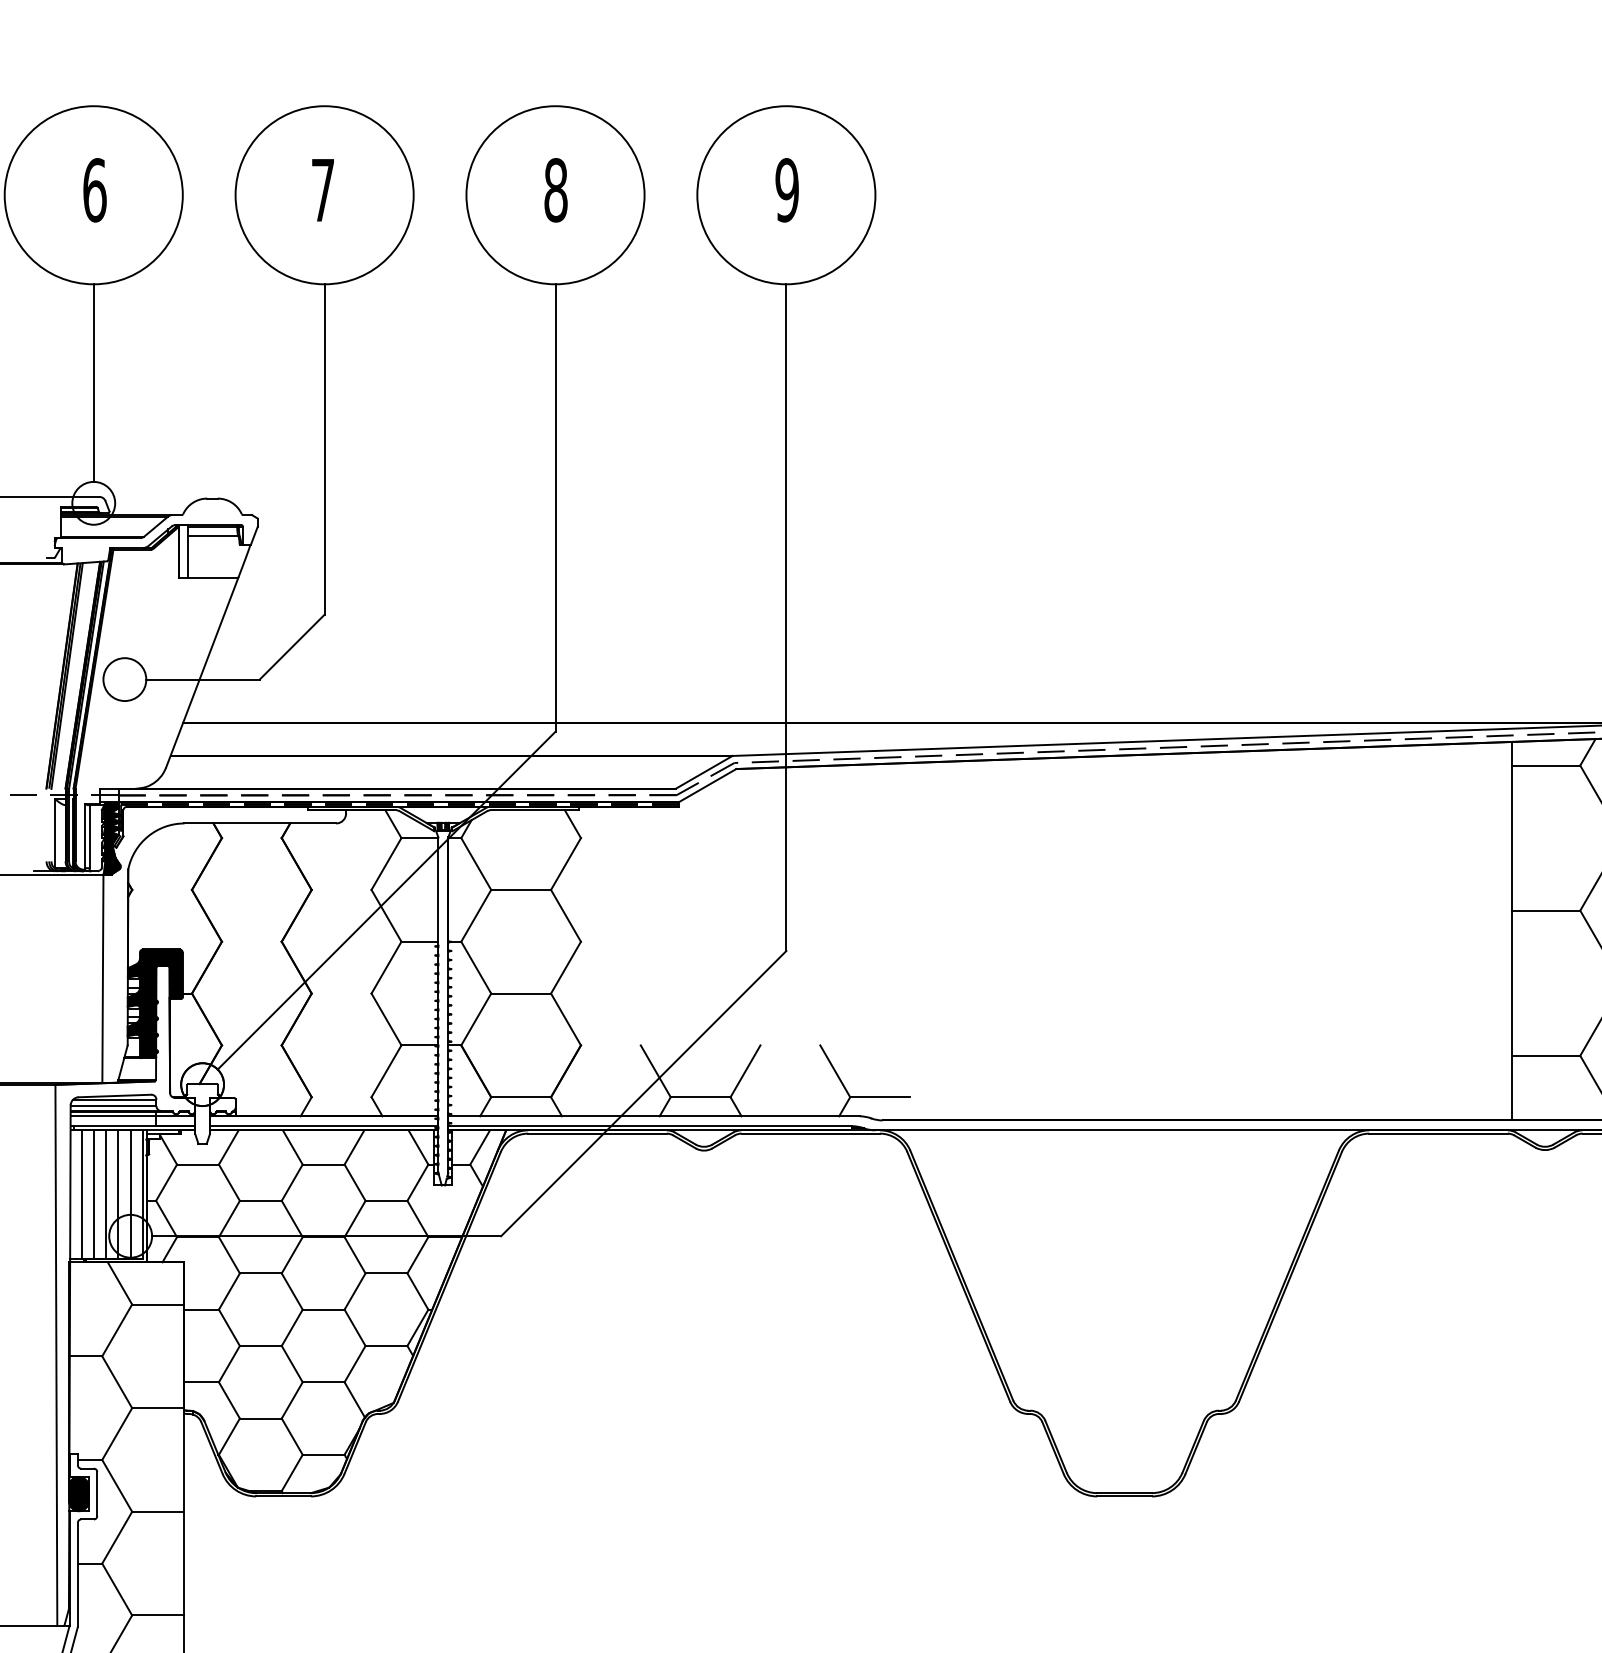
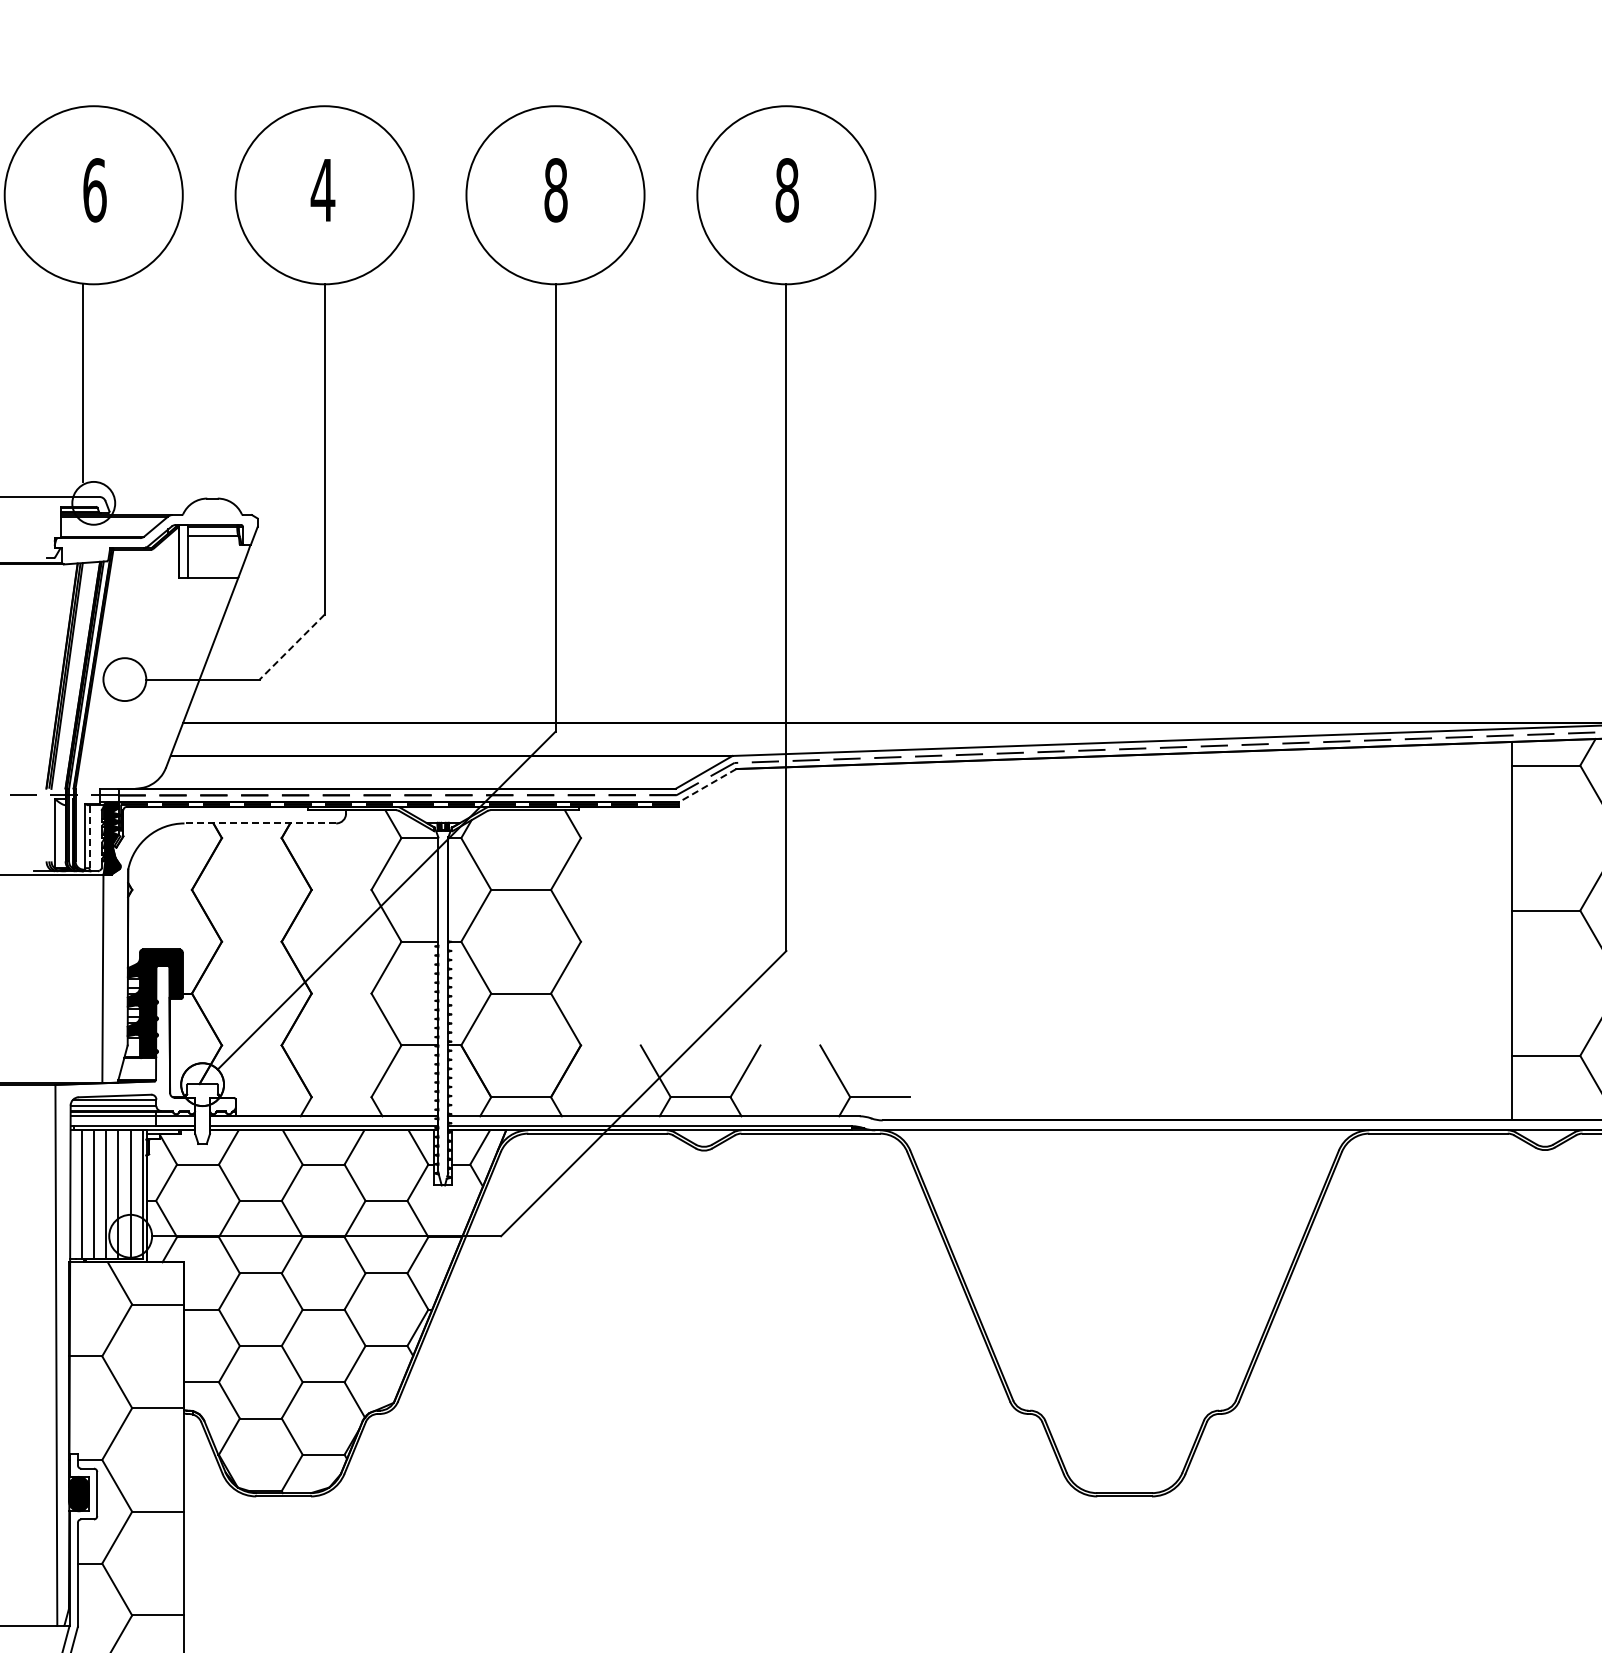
text at (322, 190): 7 -> 4
text at (786, 190): 9 -> 8
line at (93, 382) position: (93, 382) -> (82, 382)
line at (292, 647): solid -> dashed
line at (707, 785): solid -> dashed
line at (260, 823): solid -> dashed
line at (89, 836): solid -> dashed
